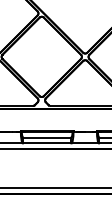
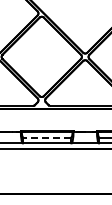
line at (46, 137): solid -> dashed
line at (55, 187): present -> none
